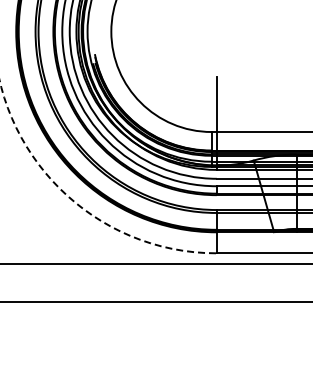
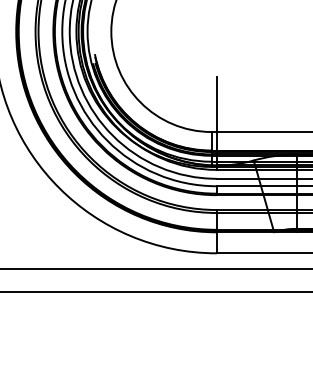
arc at (79, 205): dashed -> solid
line at (155, 264) position: (155, 264) -> (155, 269)
line at (155, 301) position: (155, 301) -> (155, 291)
